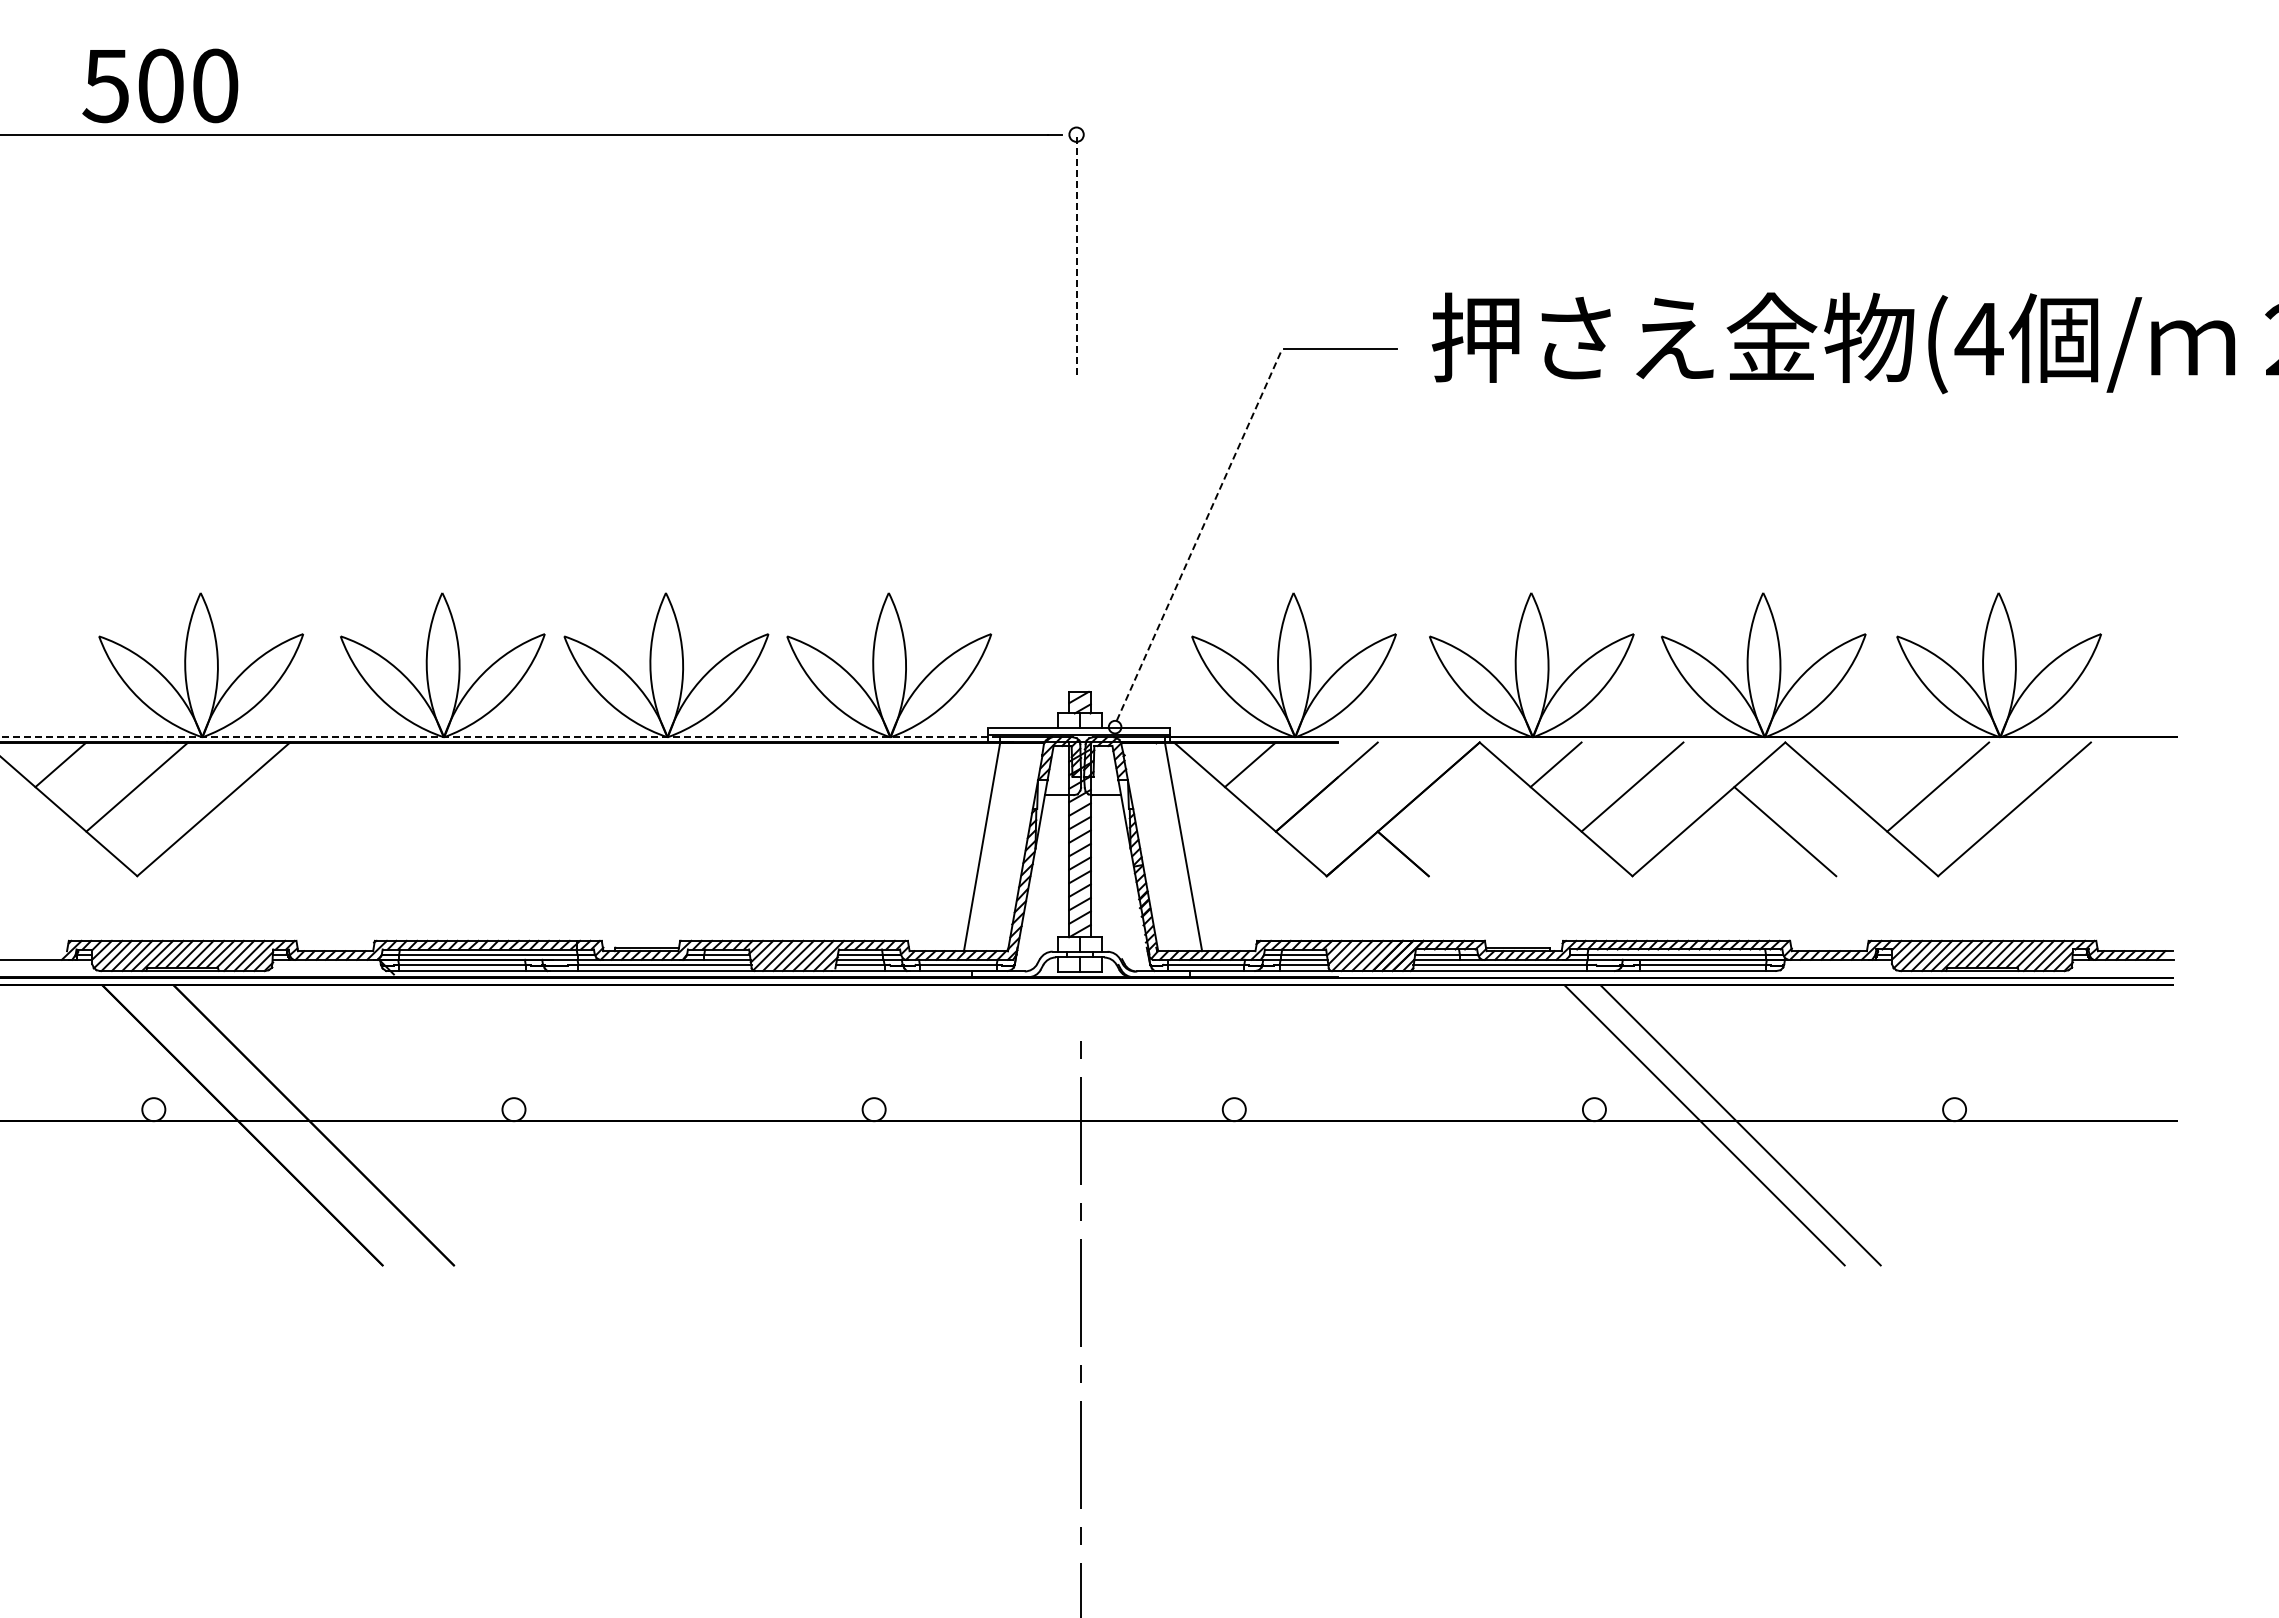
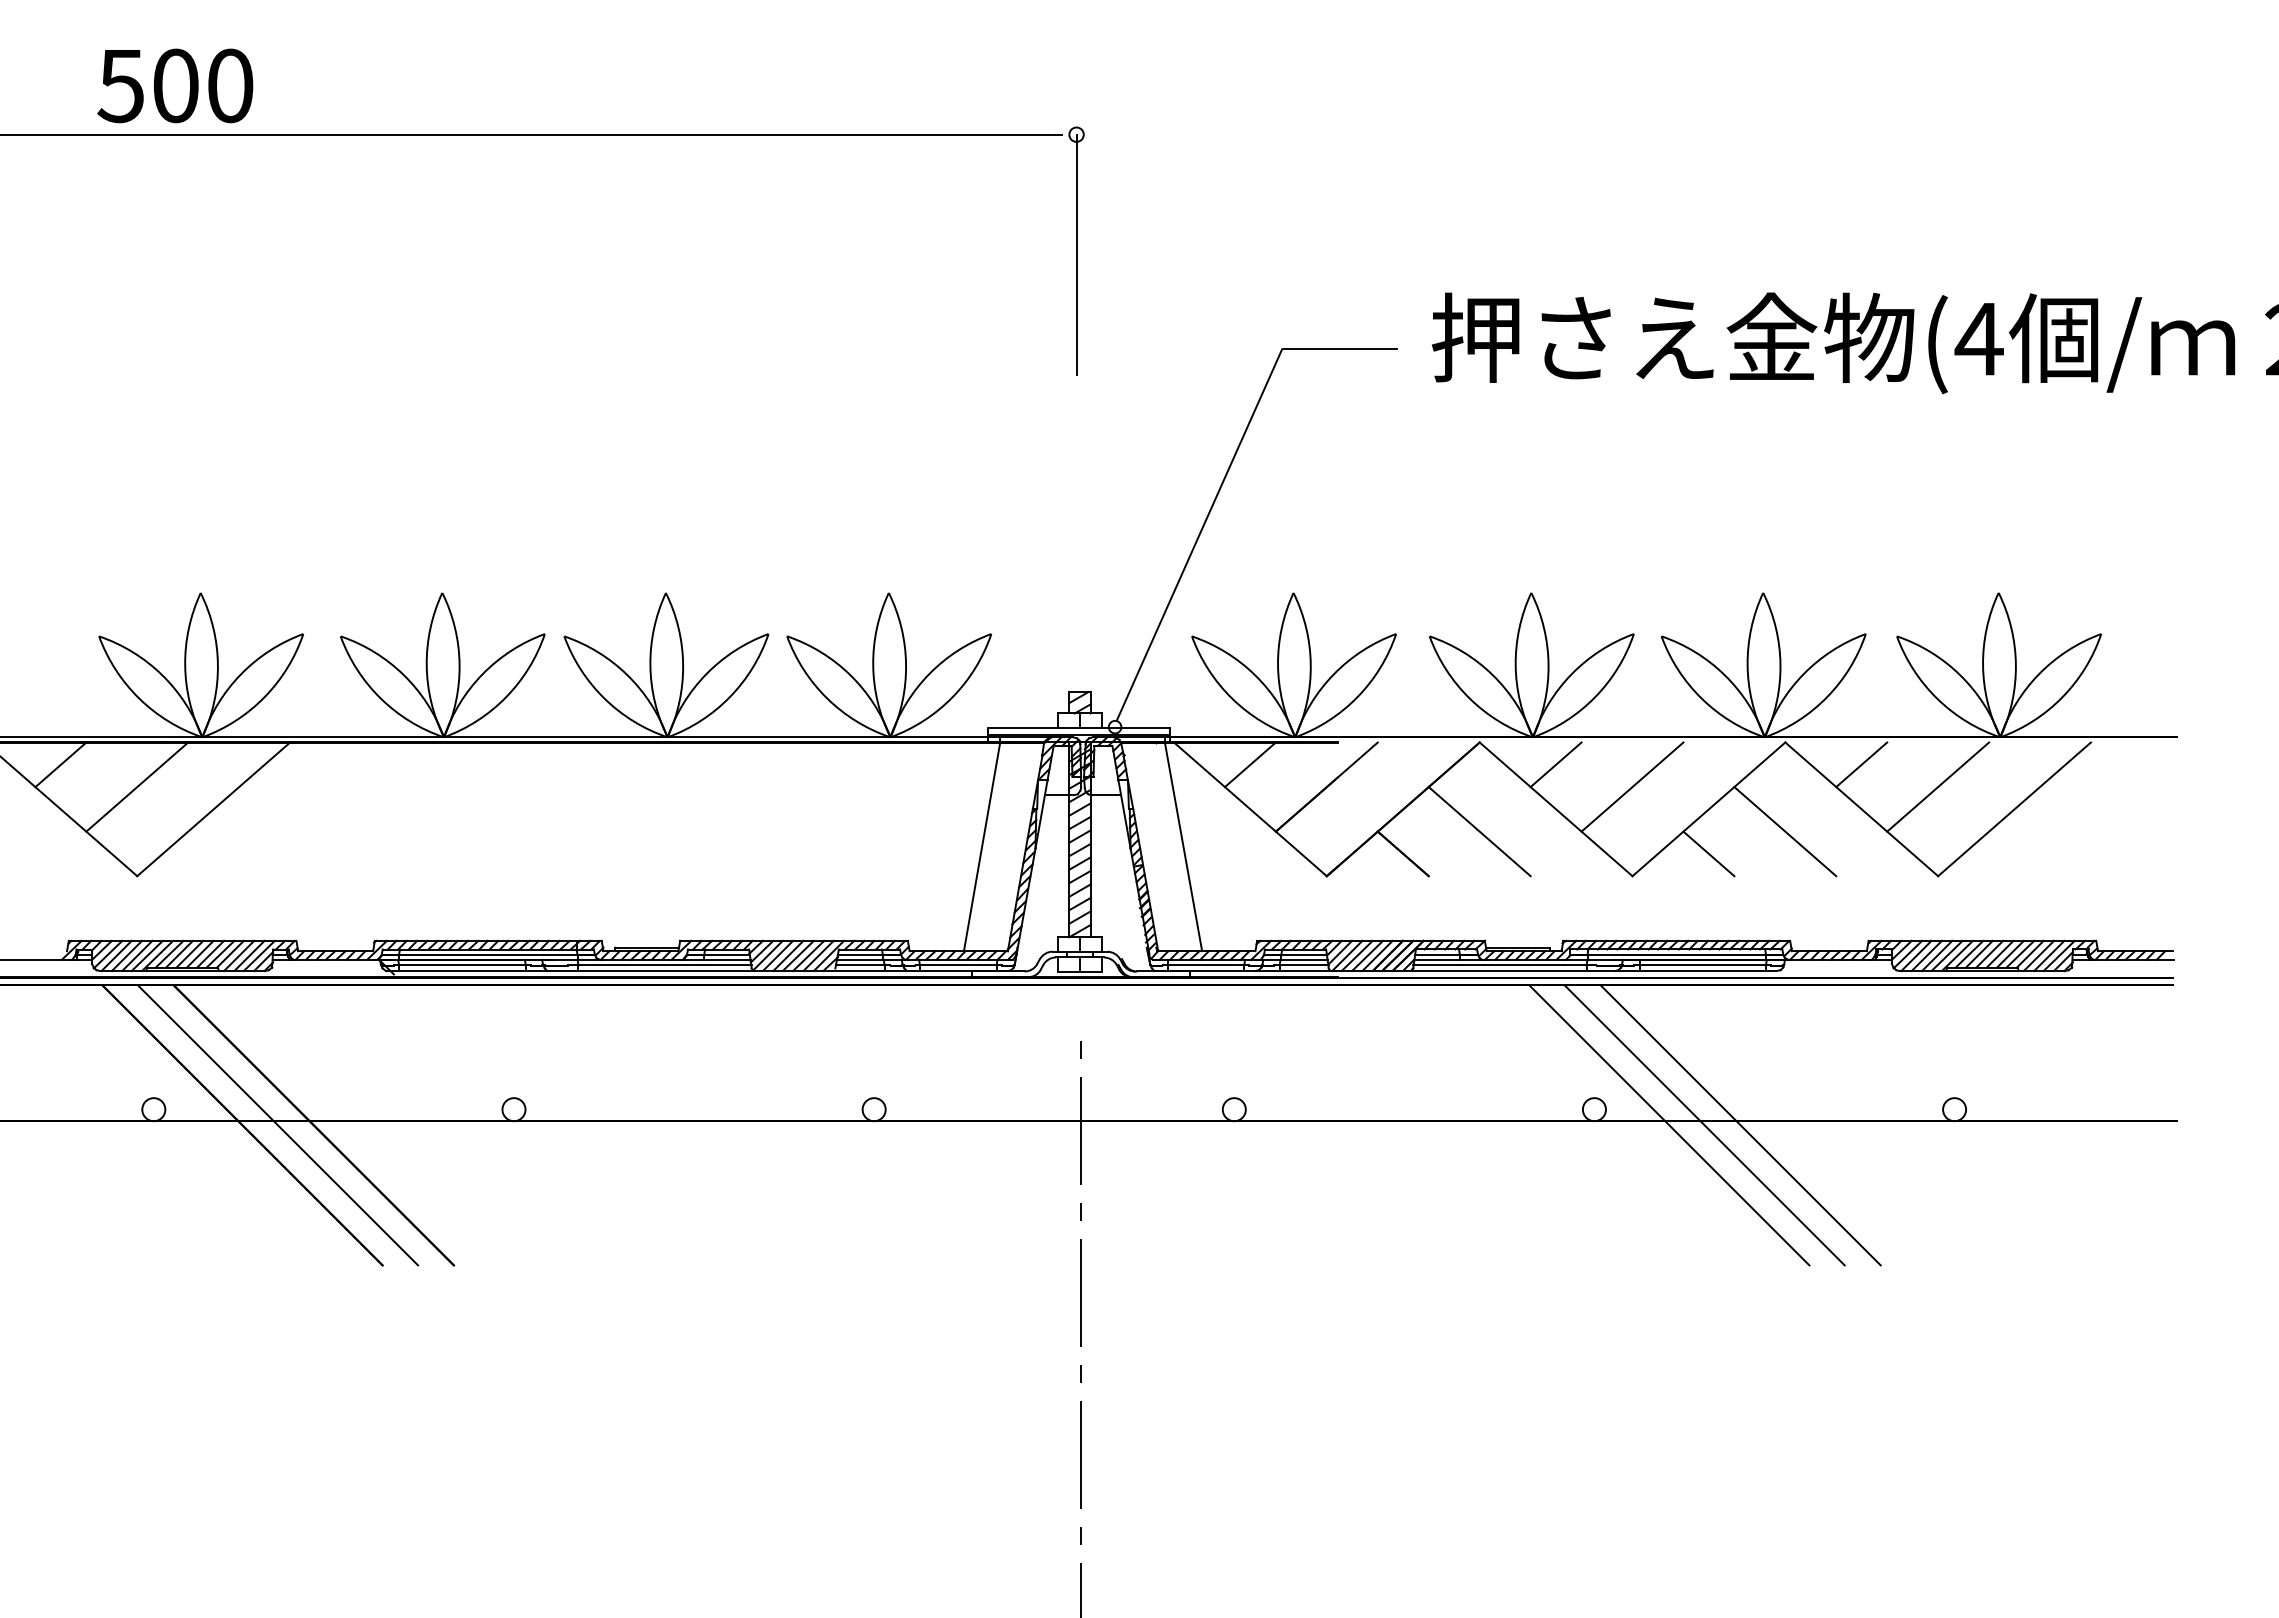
text at (160, 85) position: (160, 85) -> (175, 85)
line at (1076, 254): dashed -> solid
line at (1199, 534): dashed -> solid
line at (500, 737): dashed -> solid
line at (1861, 764): none -> present
line at (1479, 831): none -> present
line at (1708, 853): none -> present
line at (277, 1125): none -> present
line at (1669, 1125): none -> present
